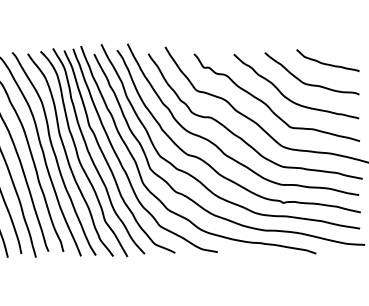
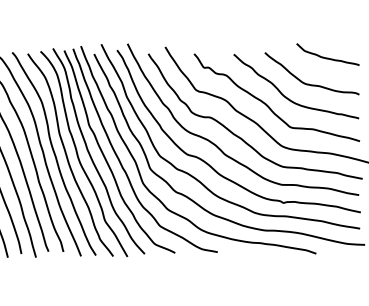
curve at (327, 63) position: (327, 63) -> (327, 57)
